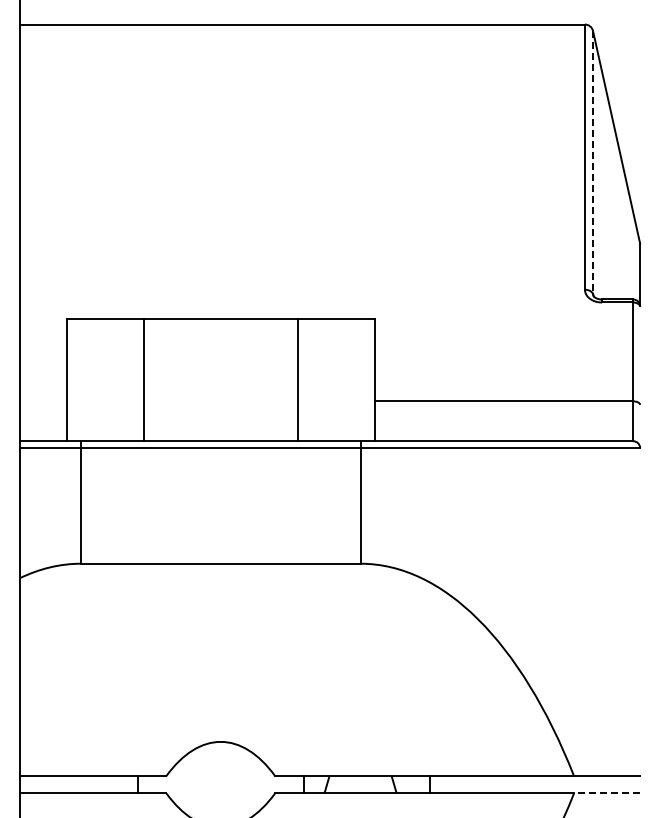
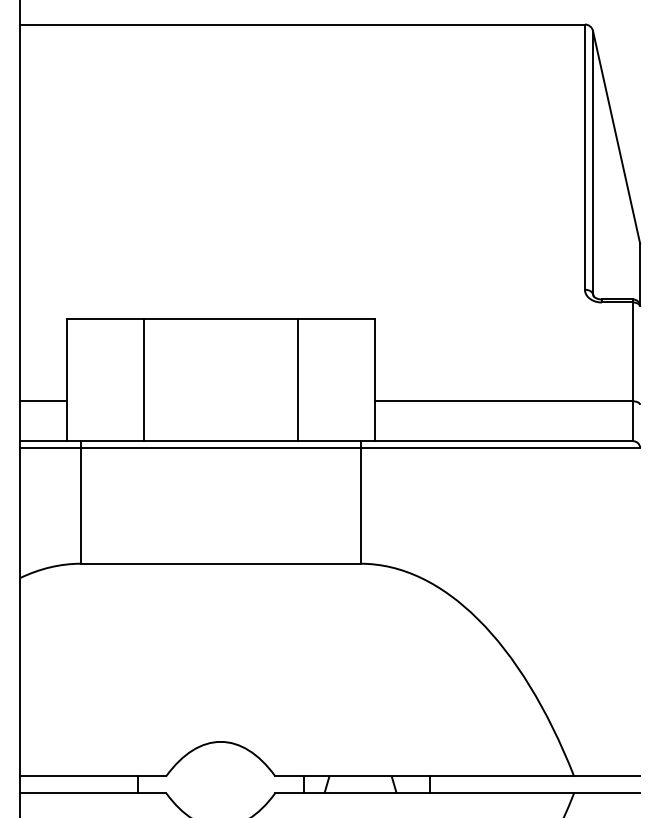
line at (593, 162): dashed -> solid
line at (43, 401): none -> present
line at (606, 793): dashed -> solid
